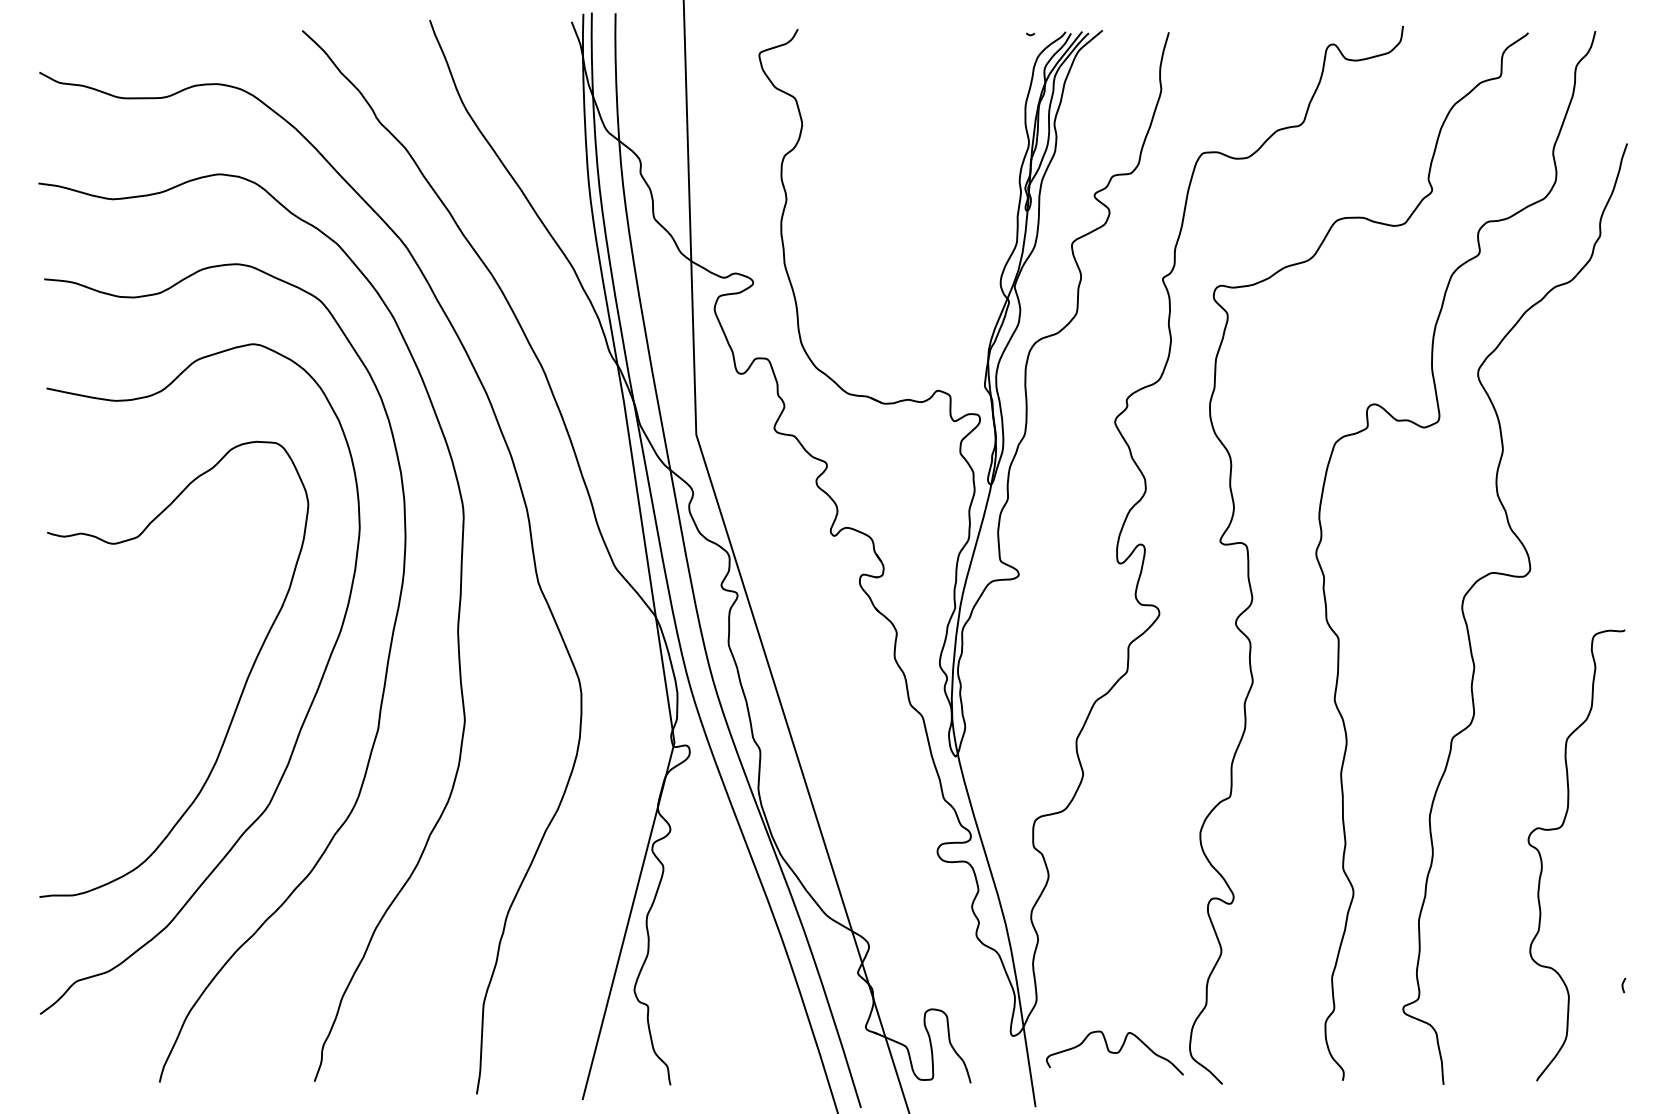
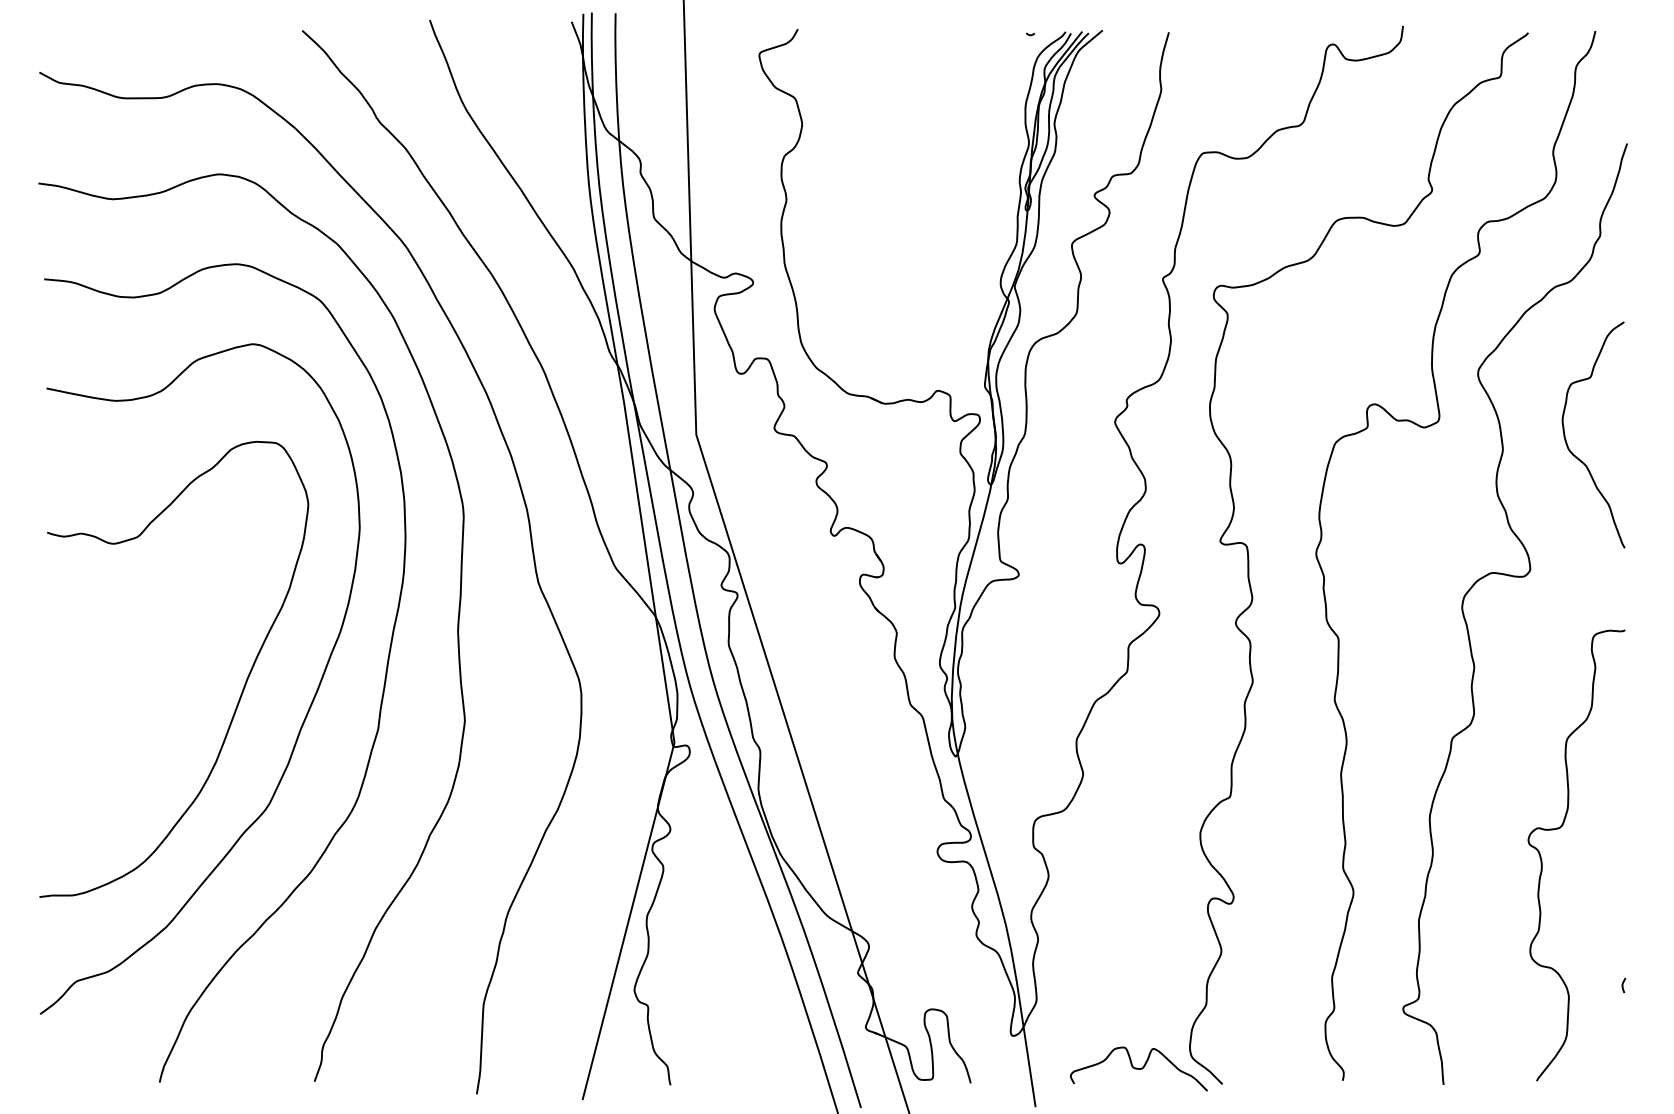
curve at (1567, 442): none -> present
curve at (1114, 1052) position: (1114, 1052) -> (1138, 1068)
